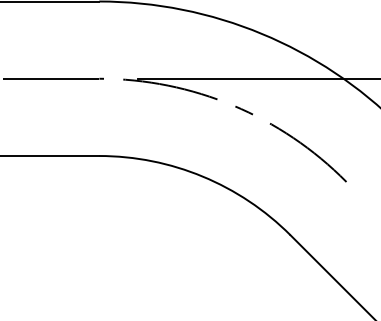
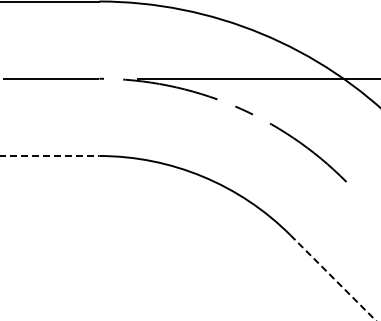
line at (50, 156): solid -> dashed
line at (333, 278): solid -> dashed
